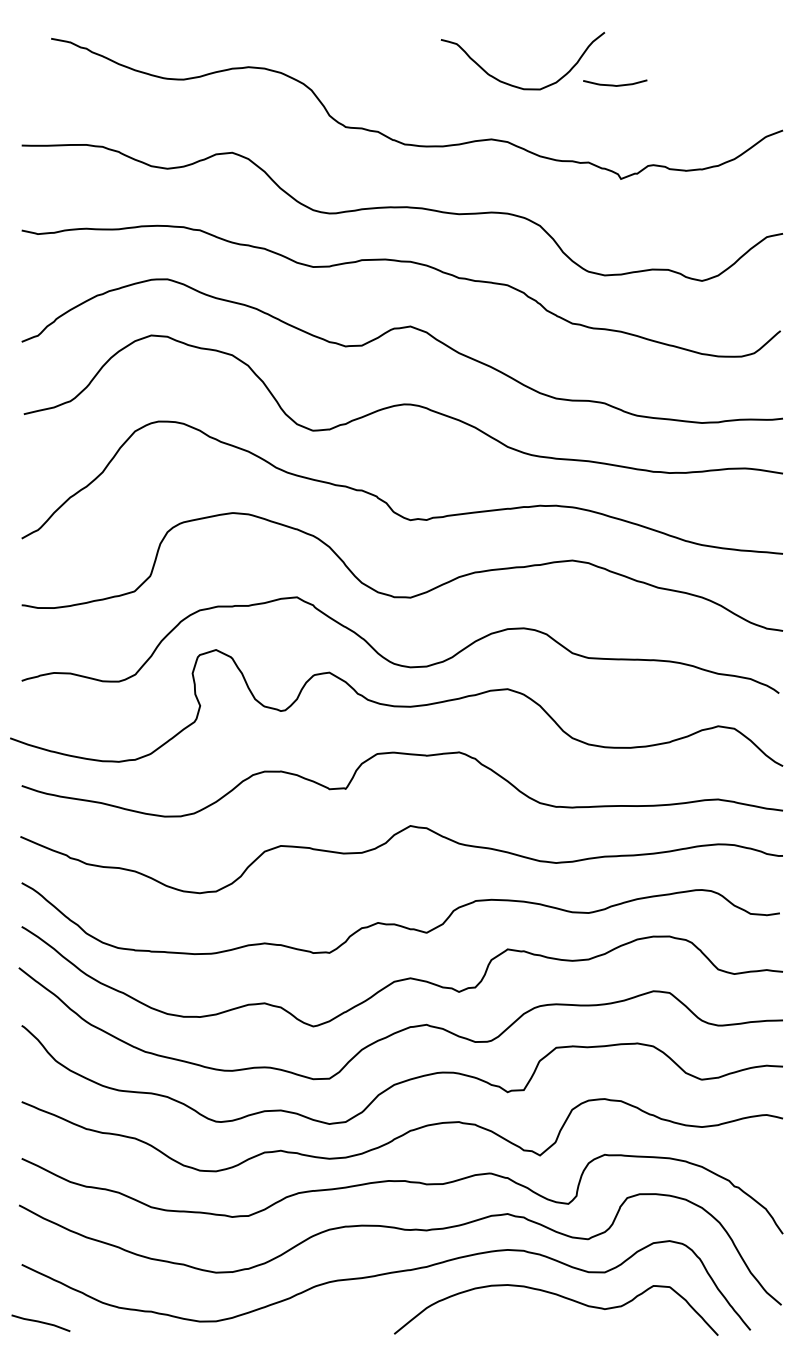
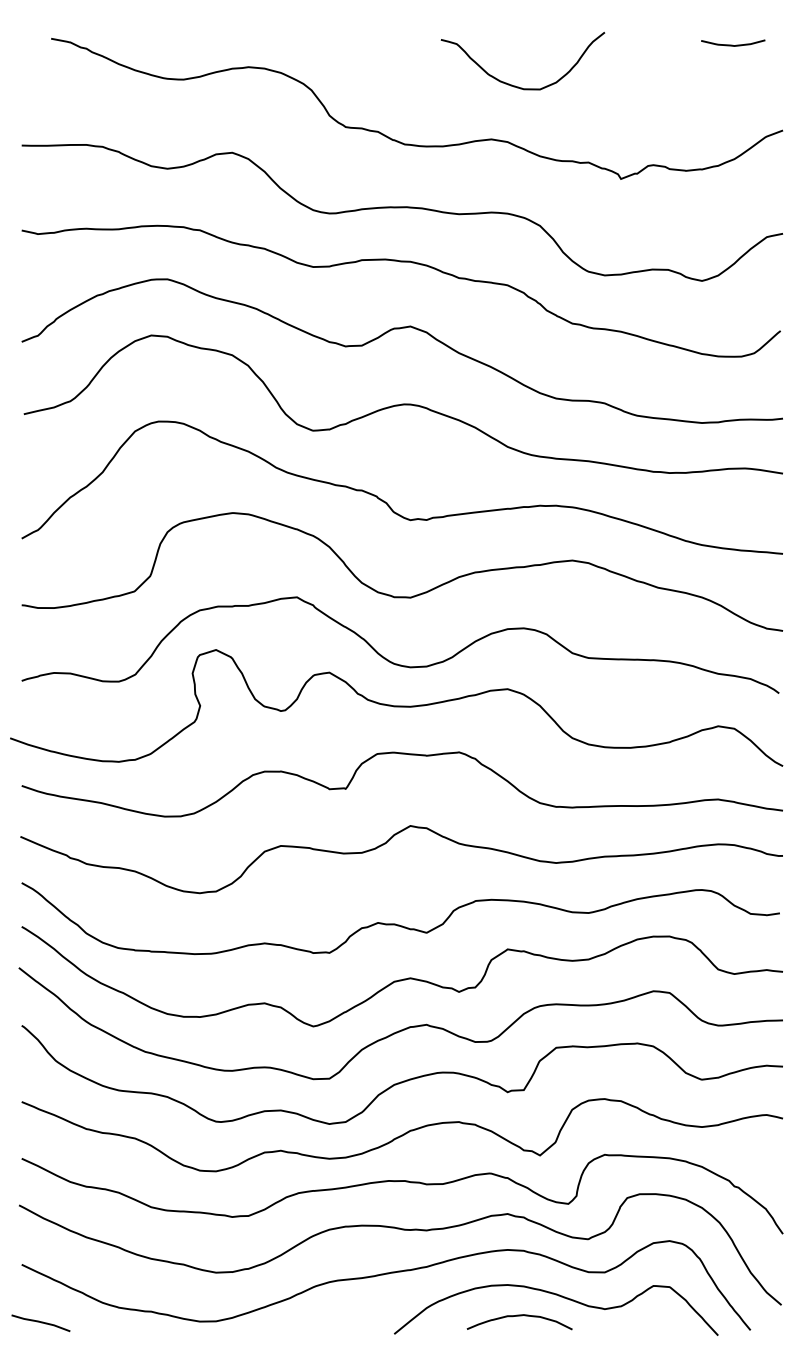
curve at (614, 84) position: (614, 84) -> (732, 44)
curve at (519, 1316): none -> present
